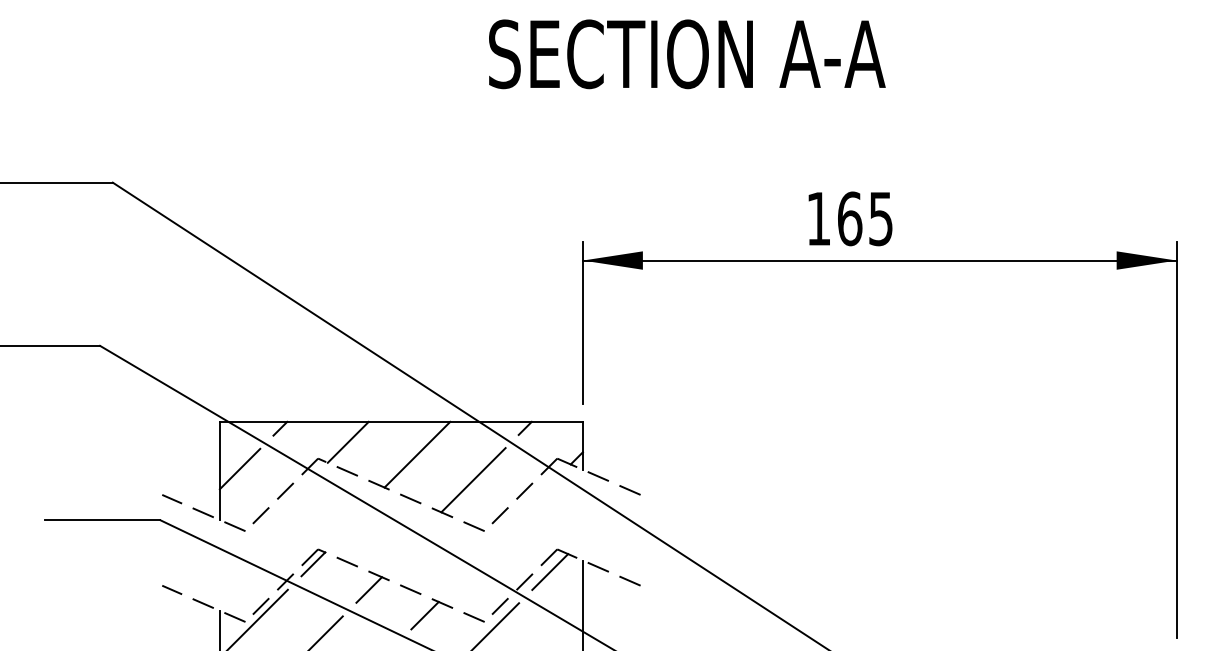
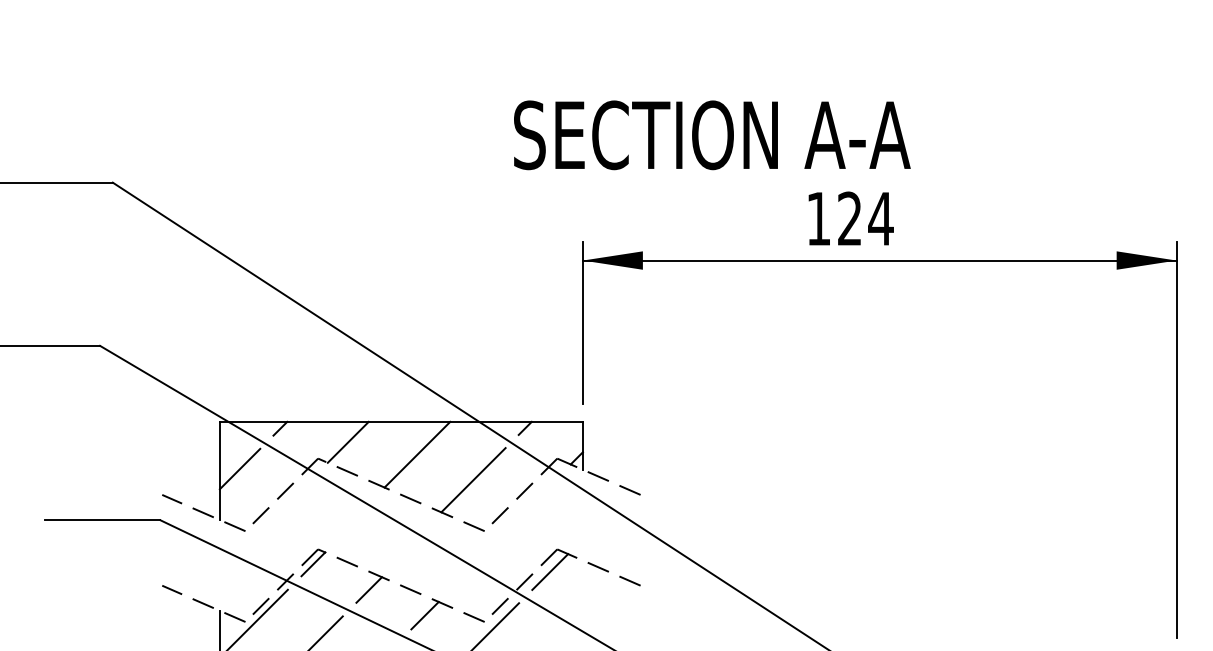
text at (687, 54) position: (687, 54) -> (712, 135)
text at (865, 218): 165 -> 124
line at (582, 603): present -> none
